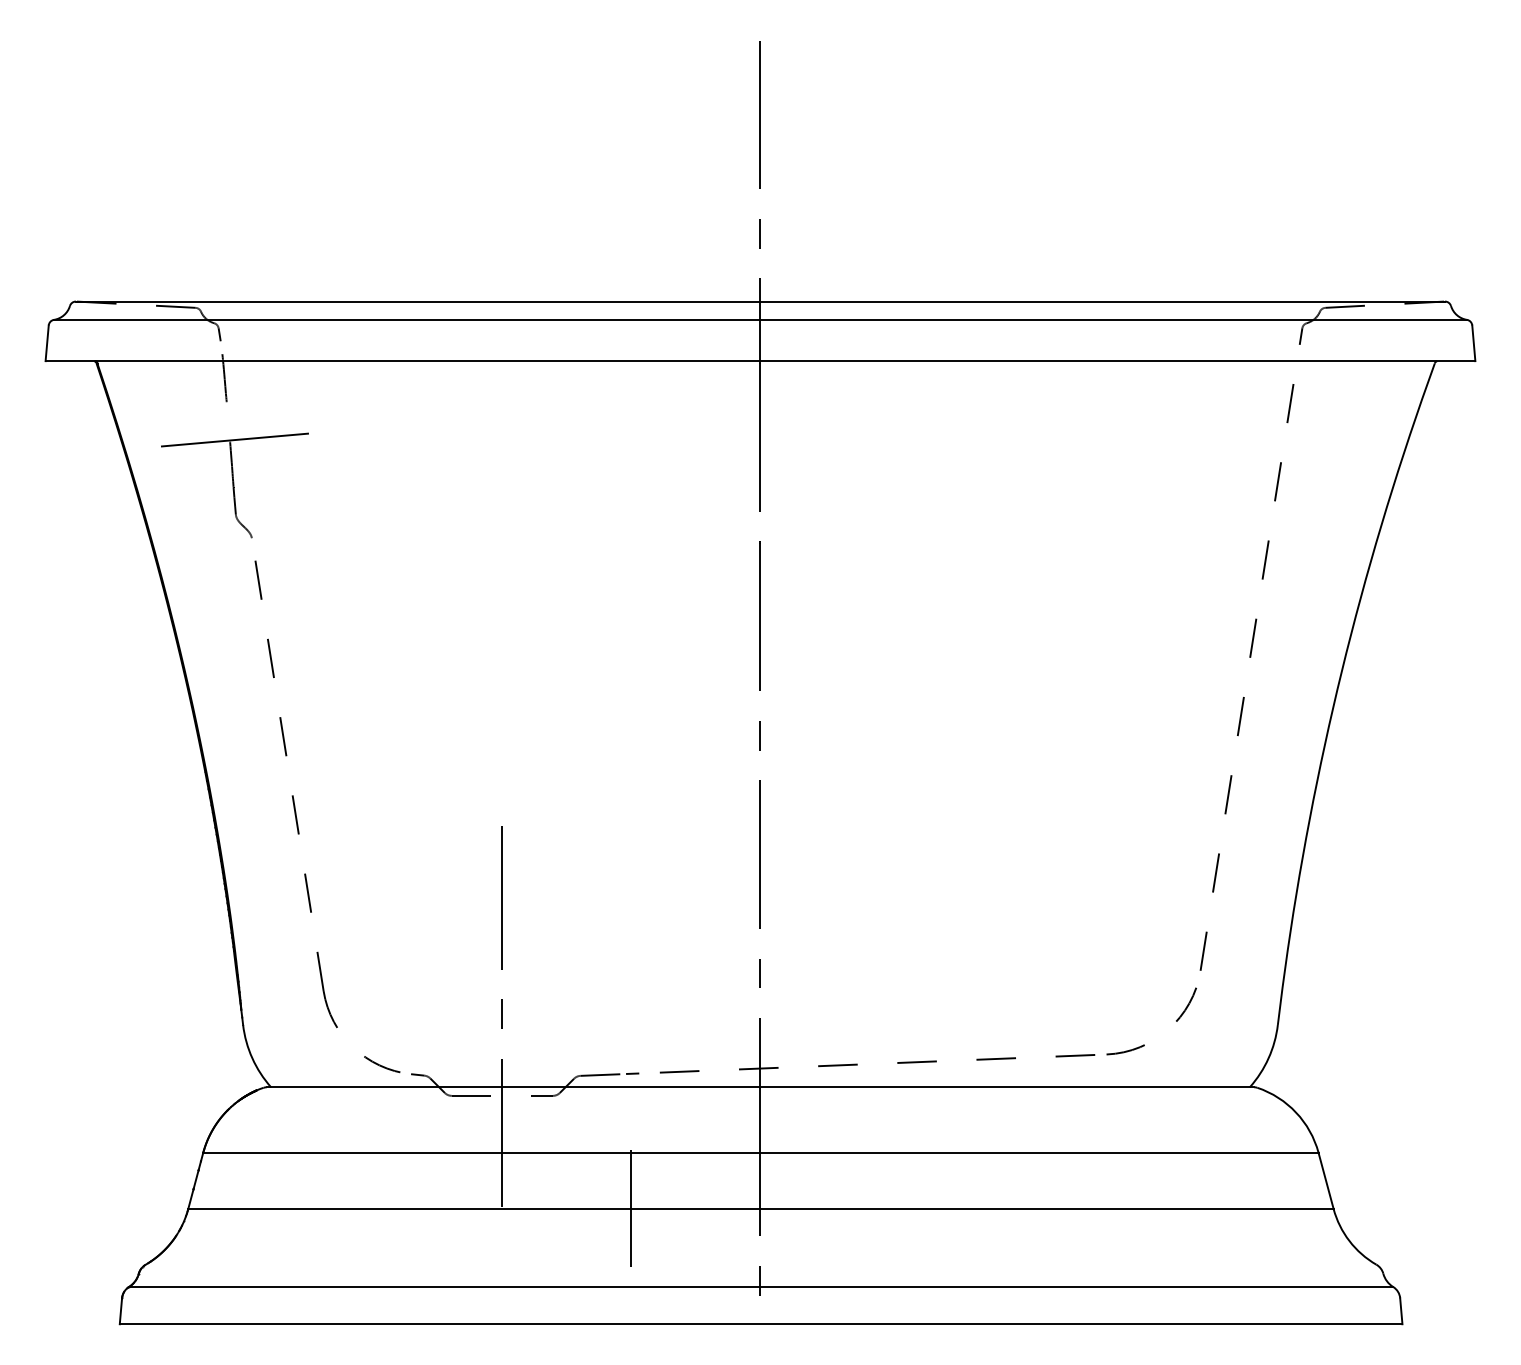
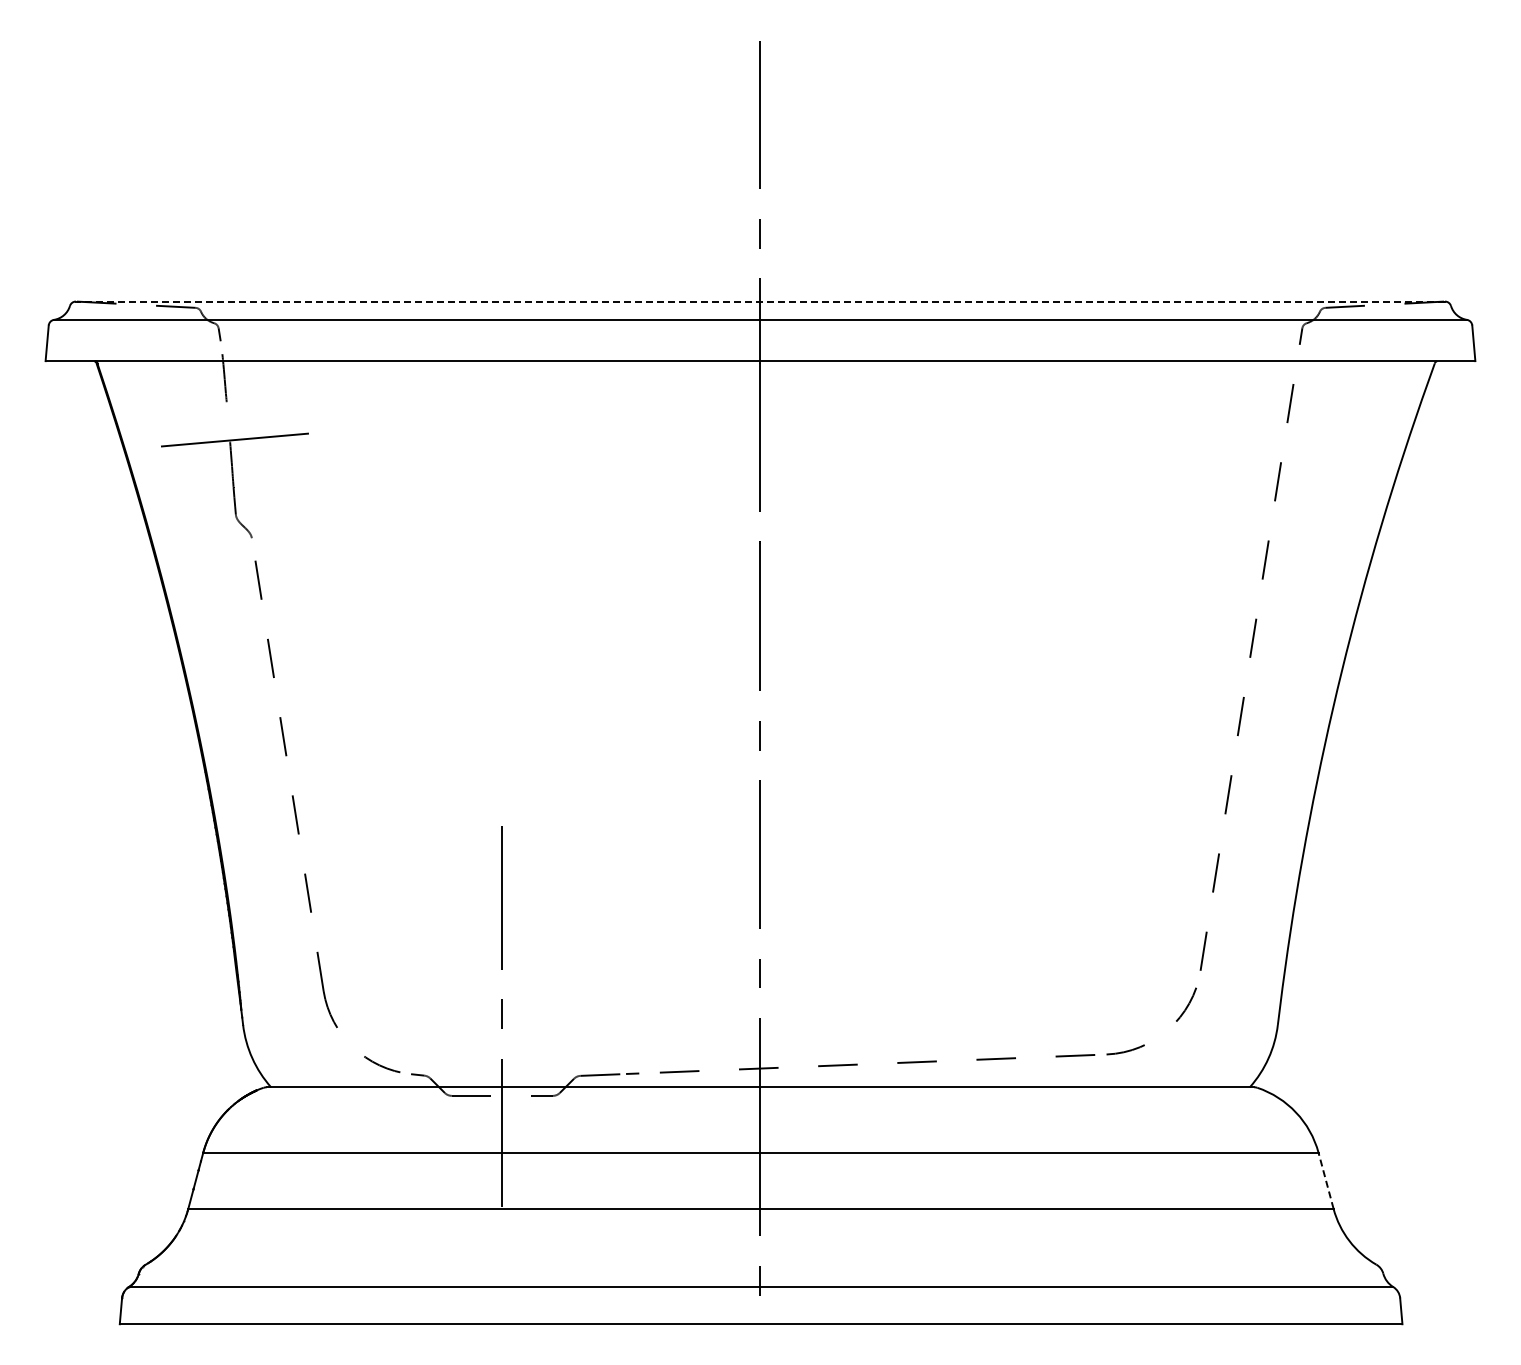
line at (760, 301): solid -> dashed
line at (1325, 1180): solid -> dashed
line at (631, 1208): present -> none
